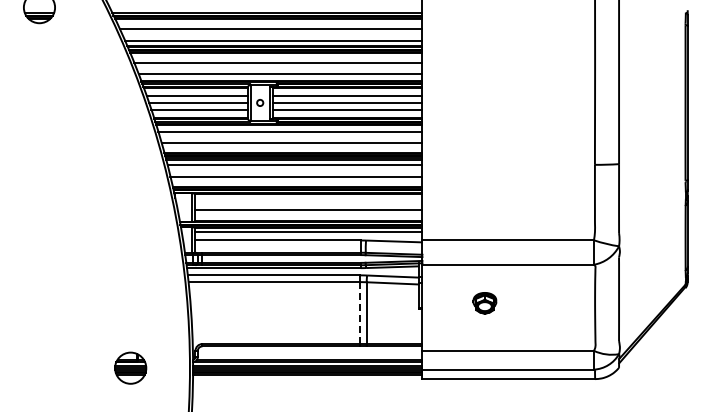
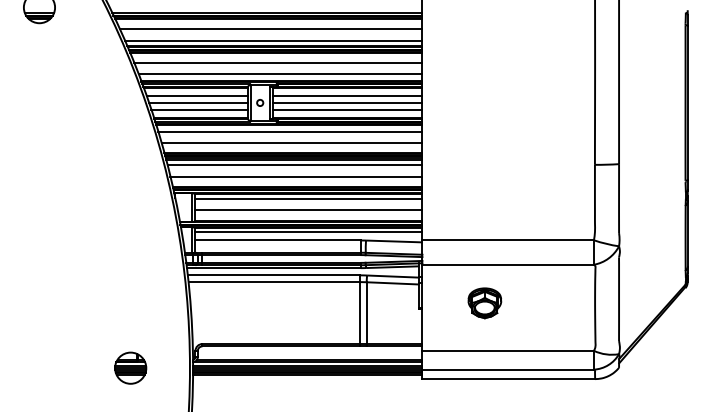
line at (308, 198): none -> present
part at (484, 303) size: 26x23 px -> 36x33 px
line at (359, 313): dashed -> solid
